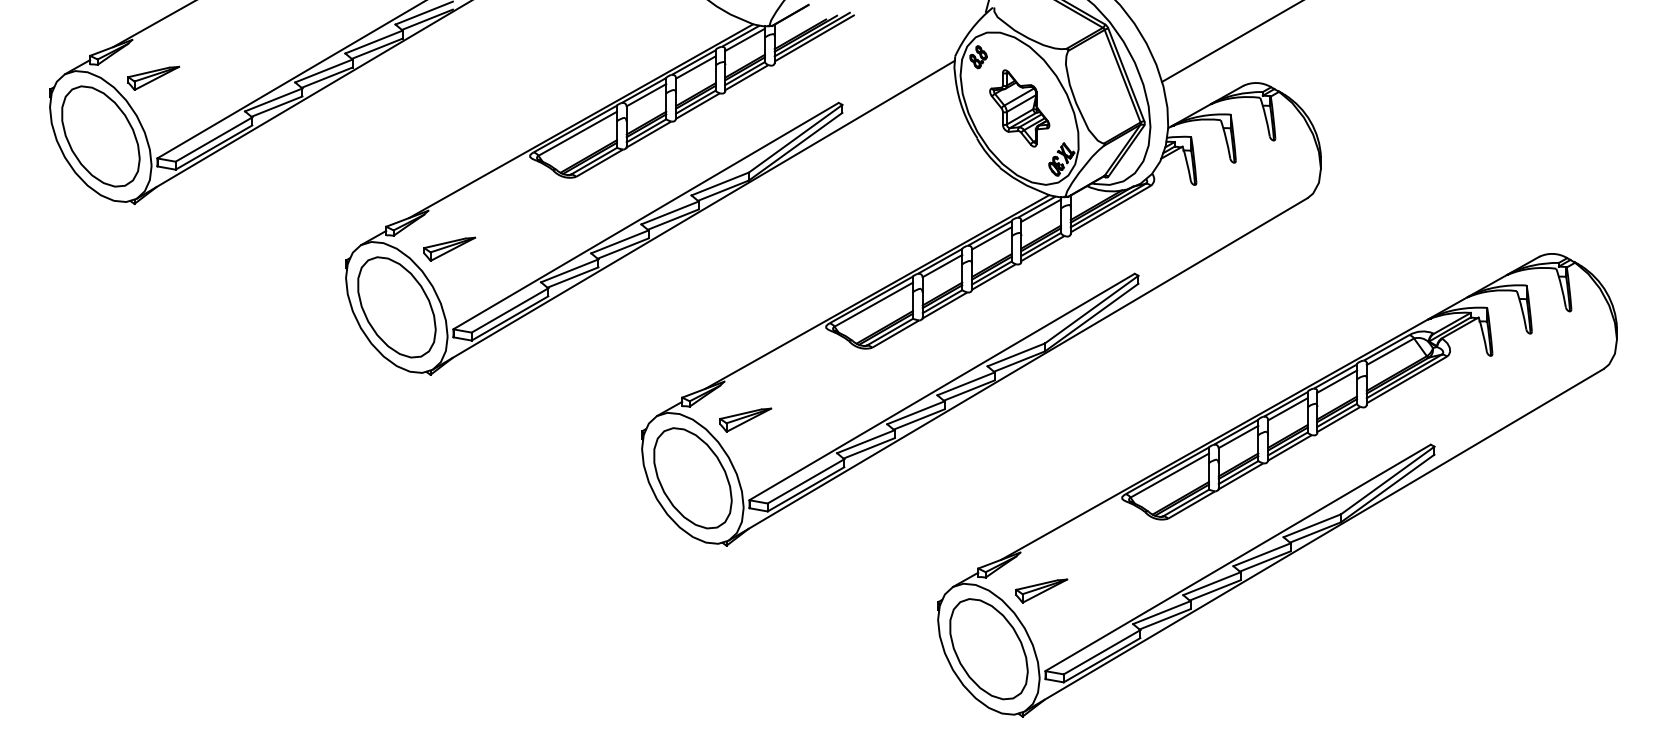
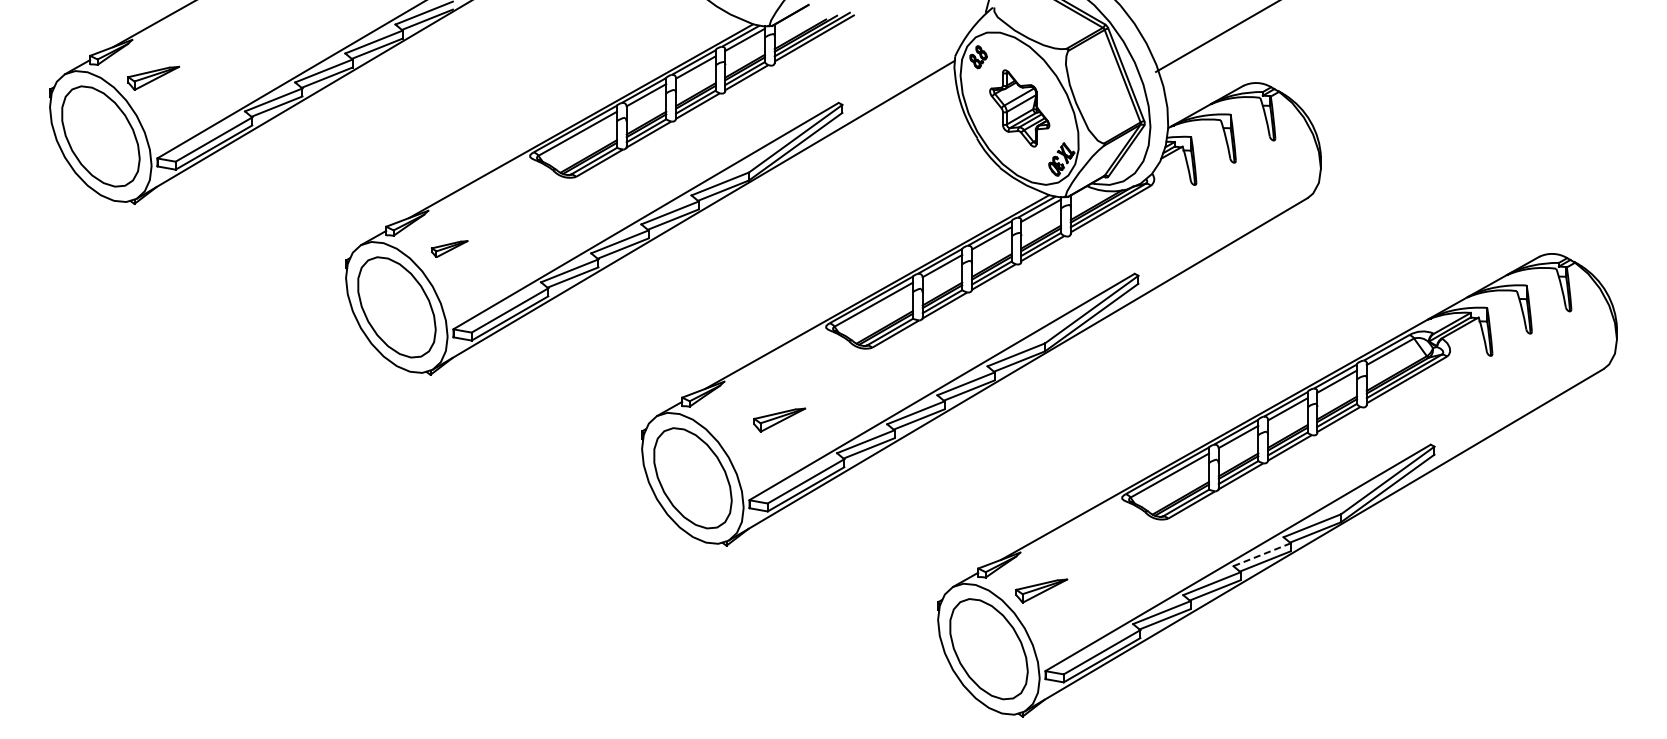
line at (1230, 41) position: (1230, 41) -> (1215, 36)
part at (449, 248) size: 54x26 px -> 38x18 px
part at (745, 419) position: (745, 419) -> (779, 419)
line at (1262, 554): solid -> dashed
